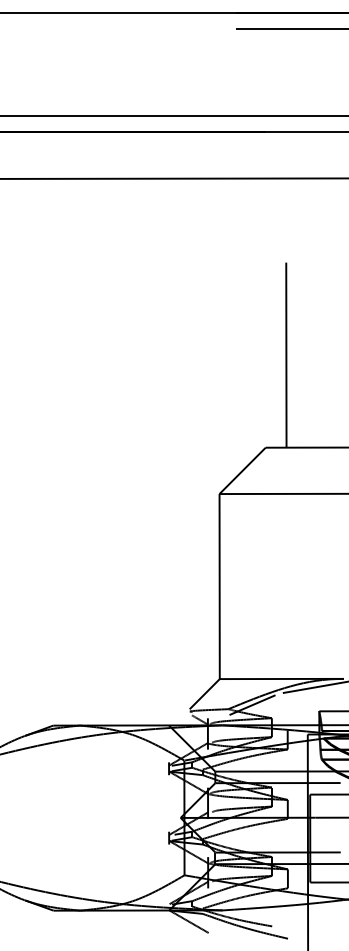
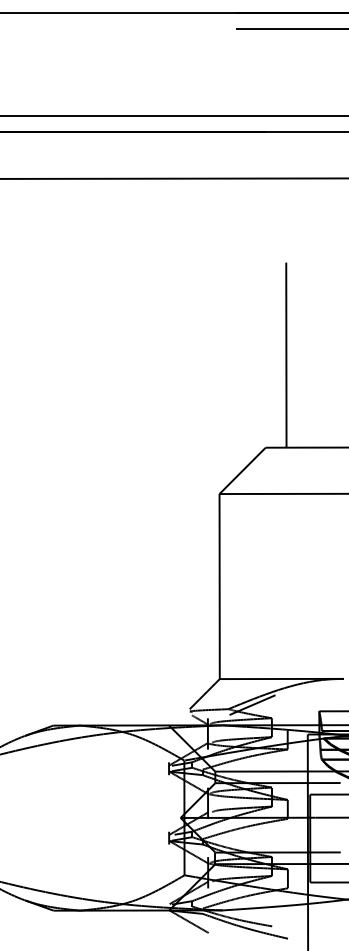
line at (313, 687): present -> none
